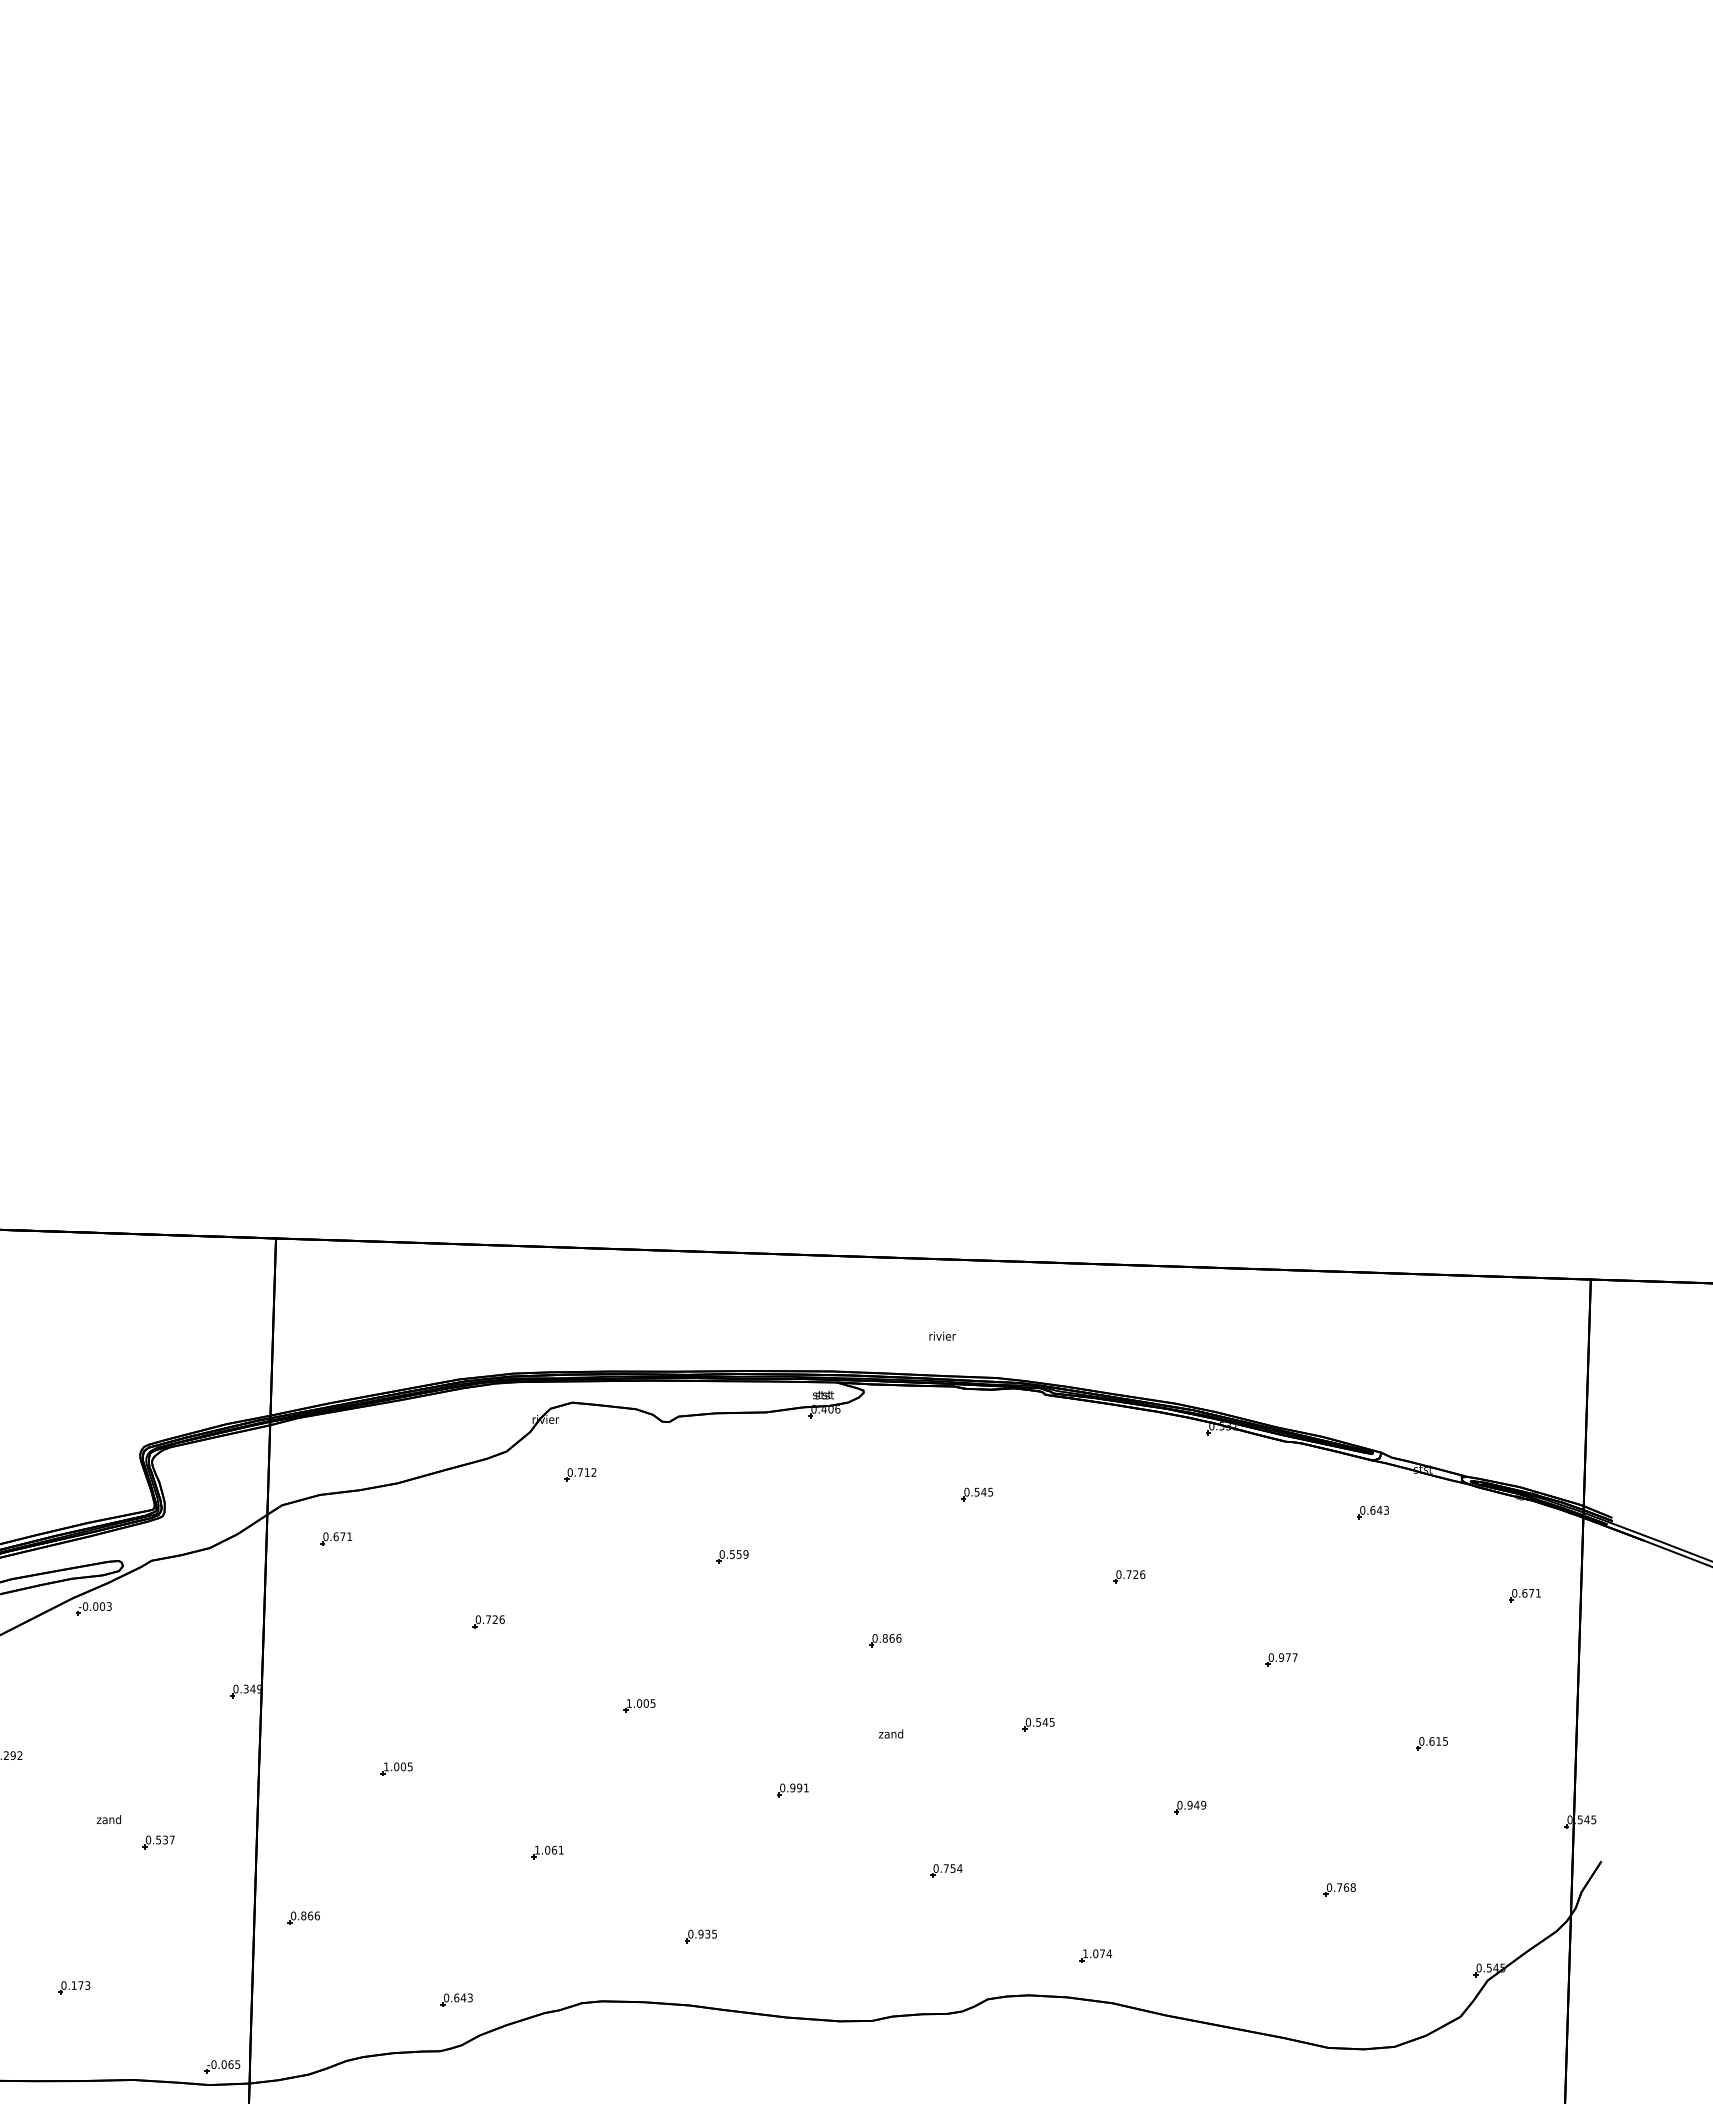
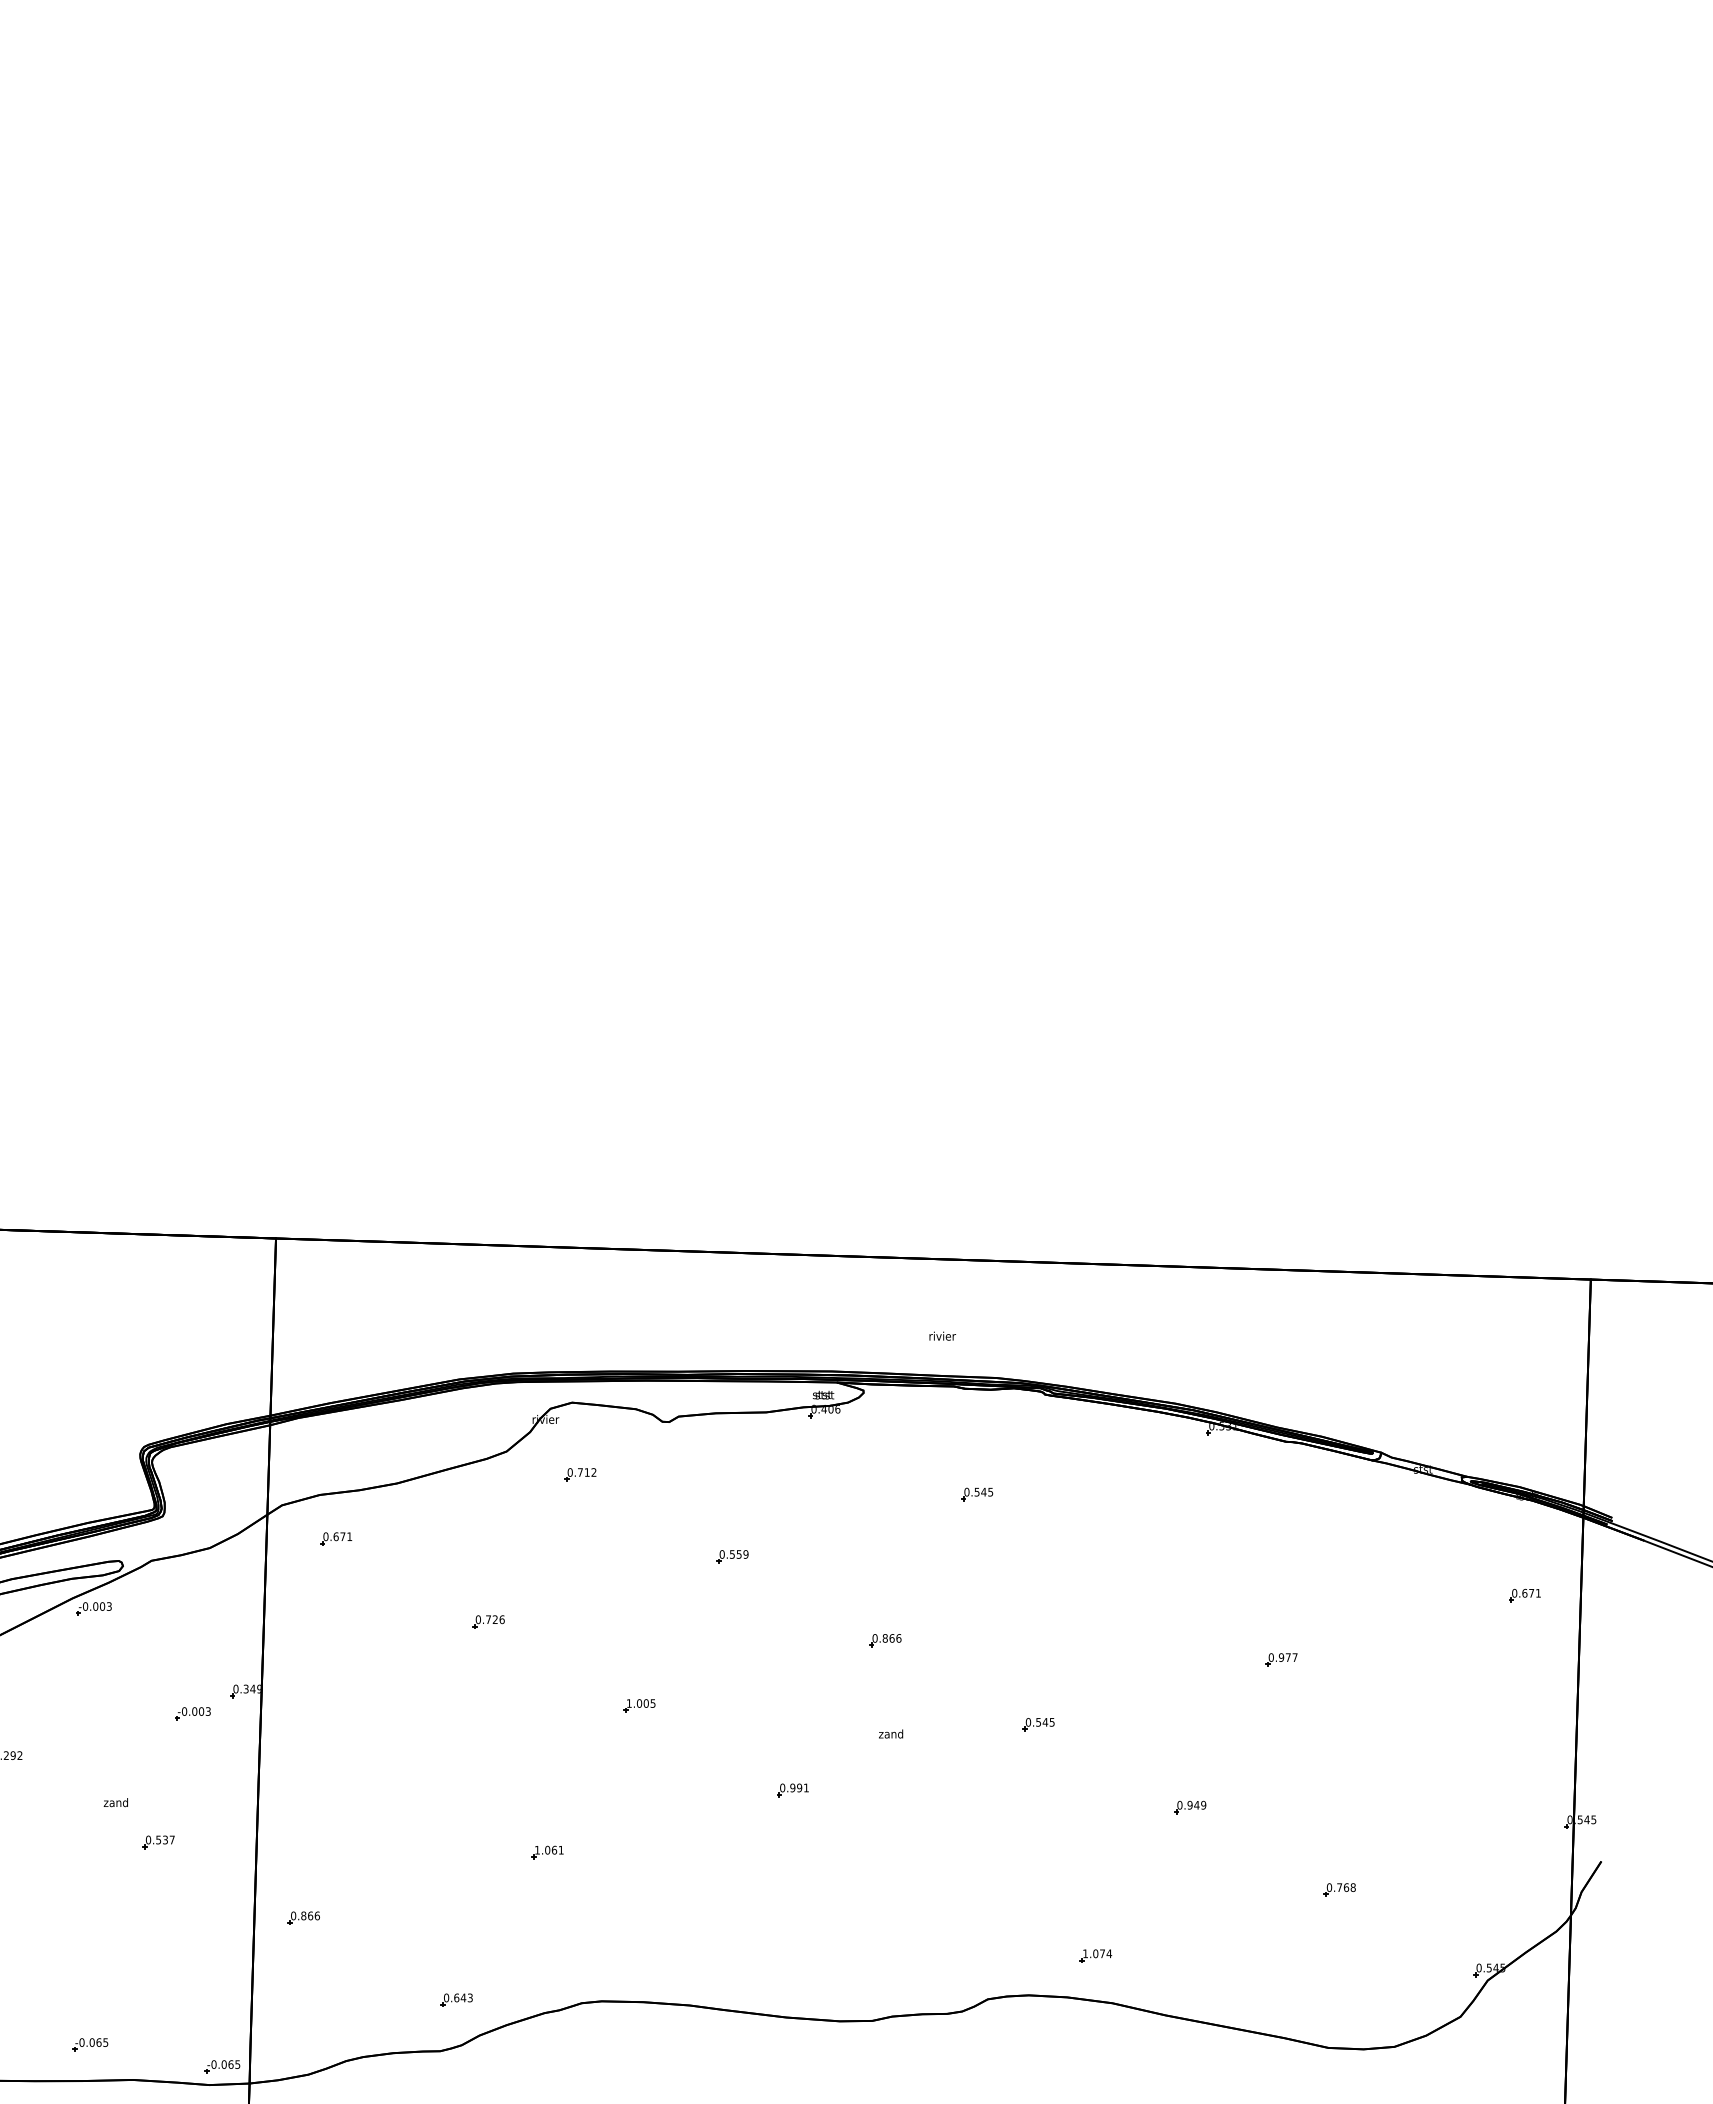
part at (1372, 1512): present -> none
part at (1129, 1576): present -> none
part at (192, 1713): none -> present
part at (1431, 1743): present -> none
part at (396, 1768): present -> none
text at (108, 1819) position: (108, 1819) -> (115, 1802)
part at (946, 1870): present -> none
part at (700, 1936): present -> none
part at (74, 1987): present -> none
part at (90, 2044): none -> present
